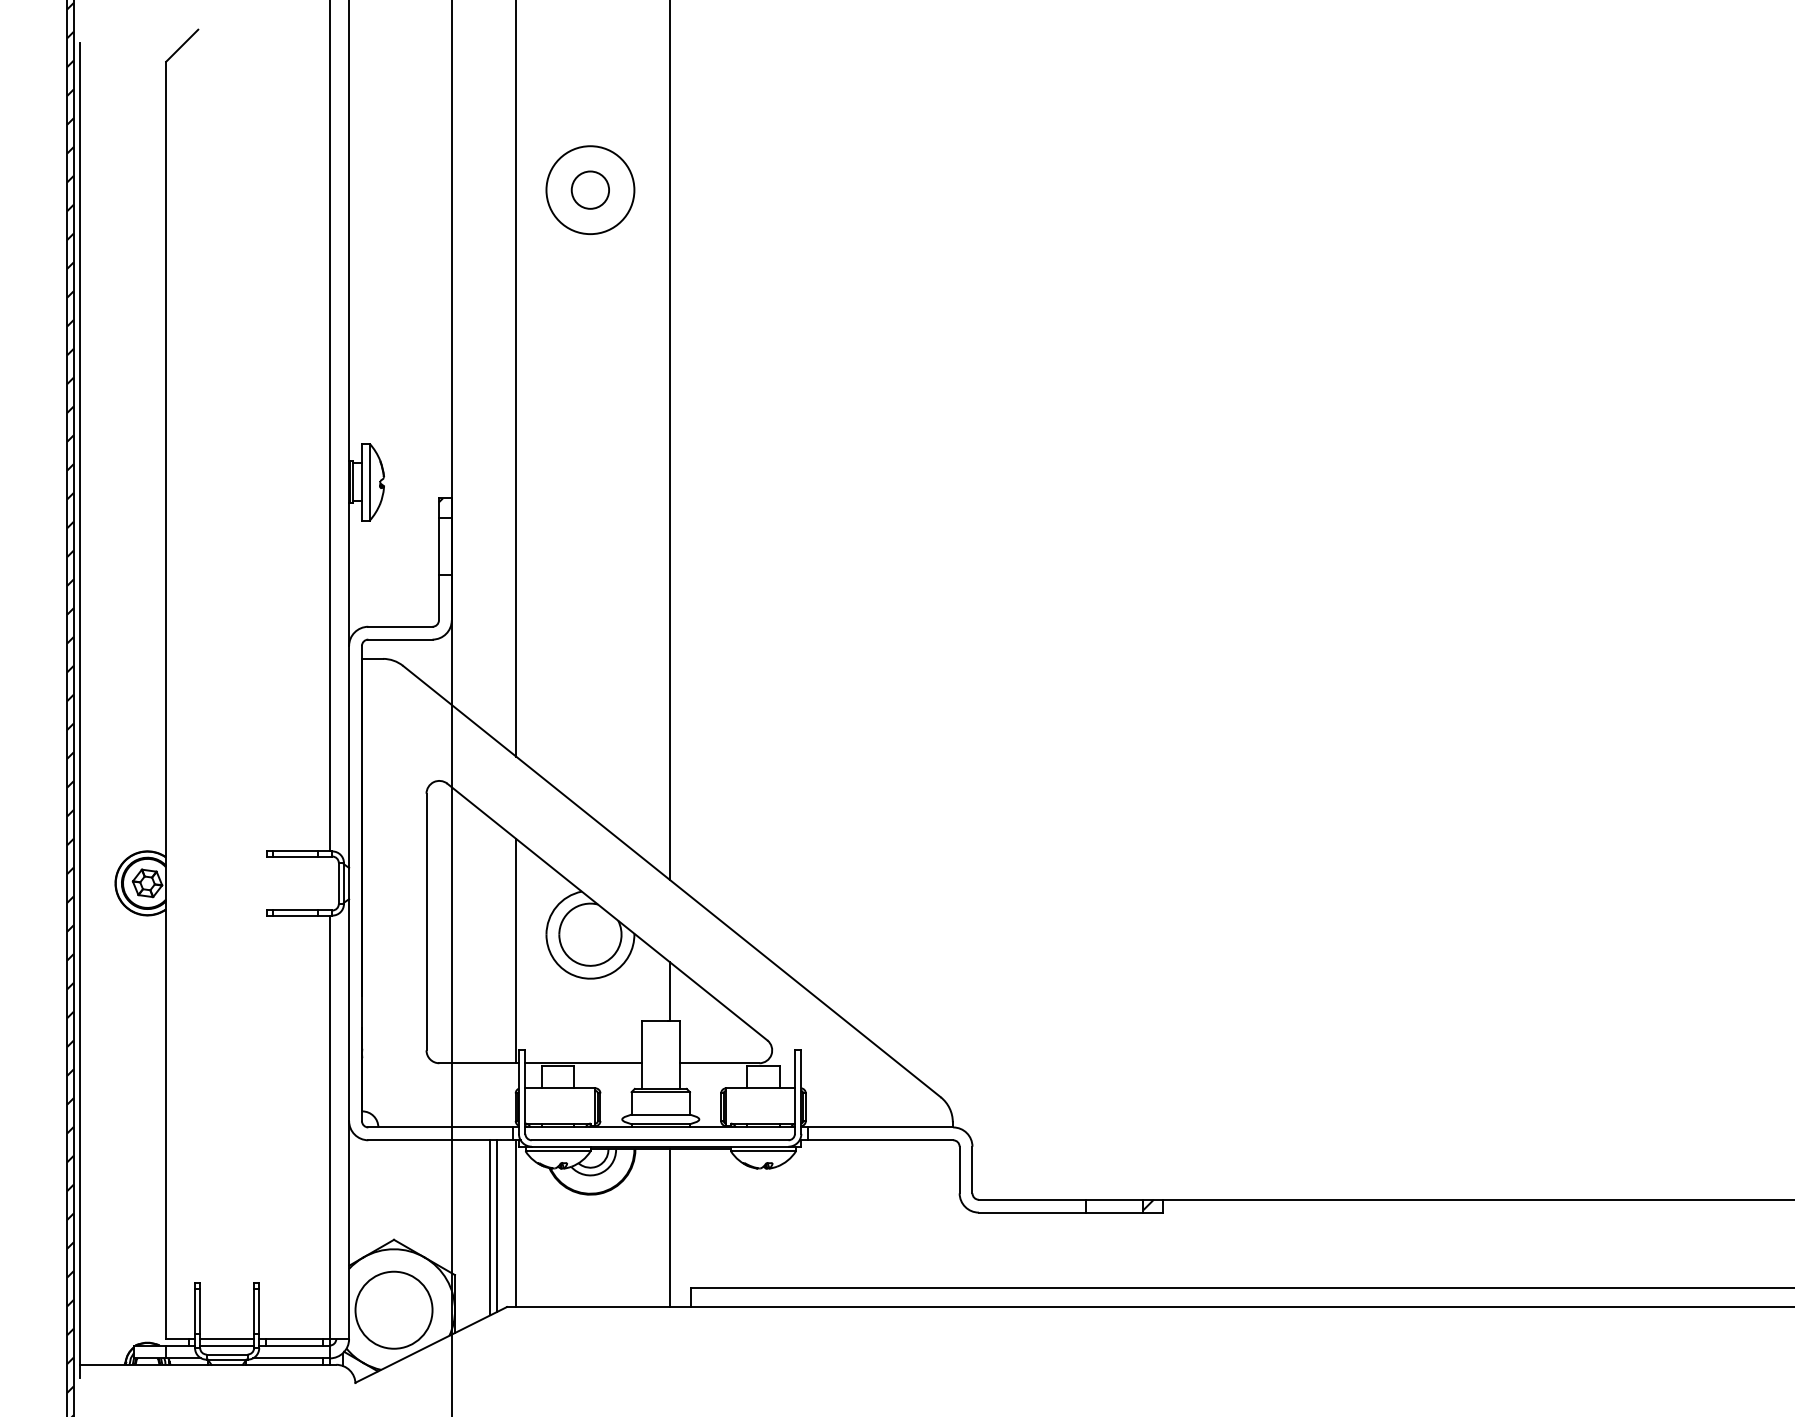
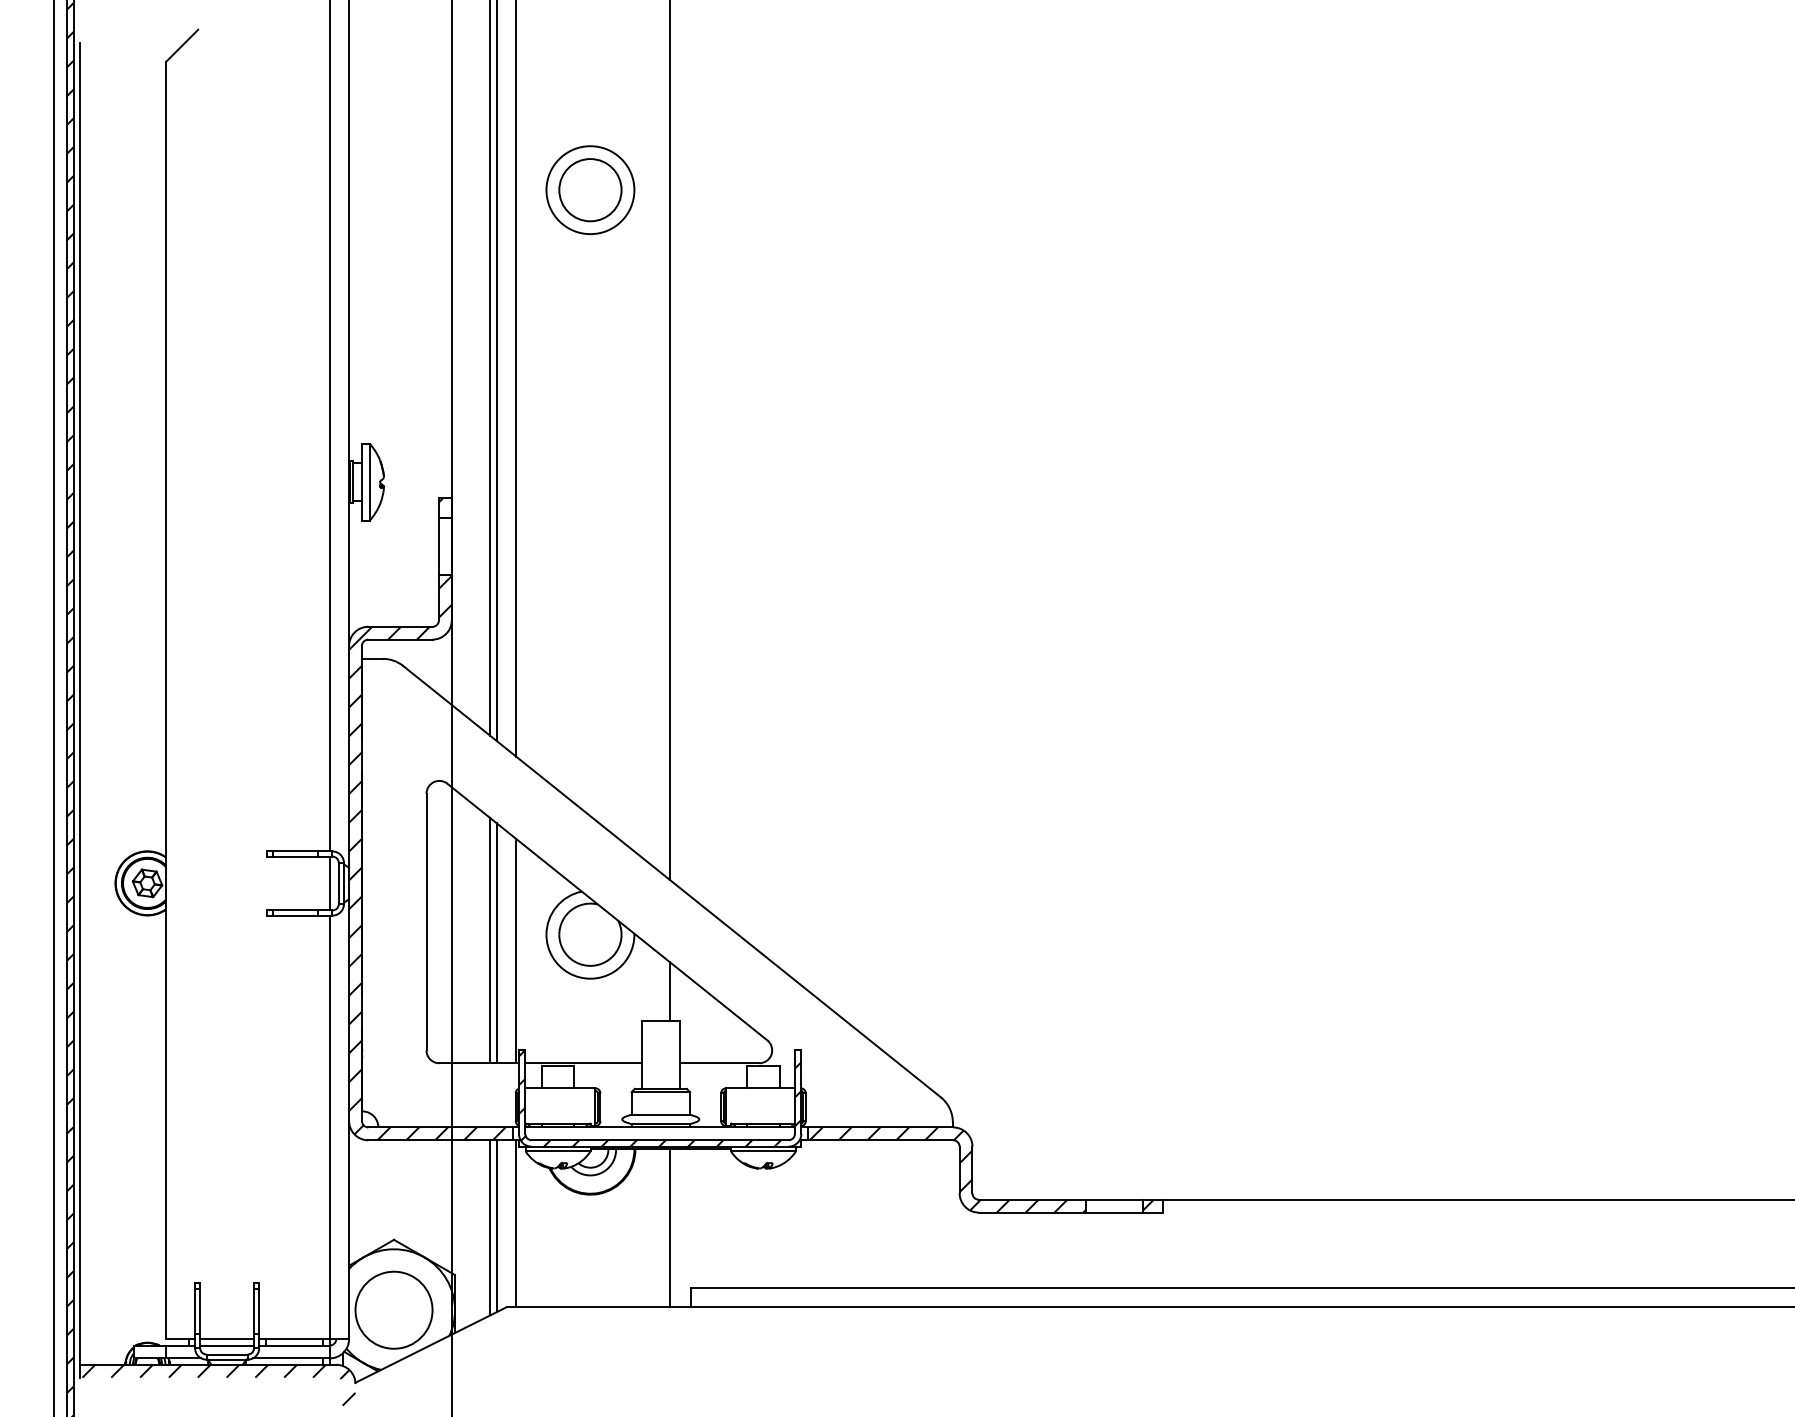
circle at (590, 189) diameter: 37 px -> 62 px
line at (490, 368): none -> present
line at (496, 371): none -> present
line at (53, 707): none -> present
hatch at (427, 858): none -> present
line at (329, 883): none -> present
line at (490, 940): none -> present
line at (496, 943): none -> present
hatch at (659, 1098): none -> present
hatch at (947, 1169): none -> present
hatch at (218, 1384): none -> present
